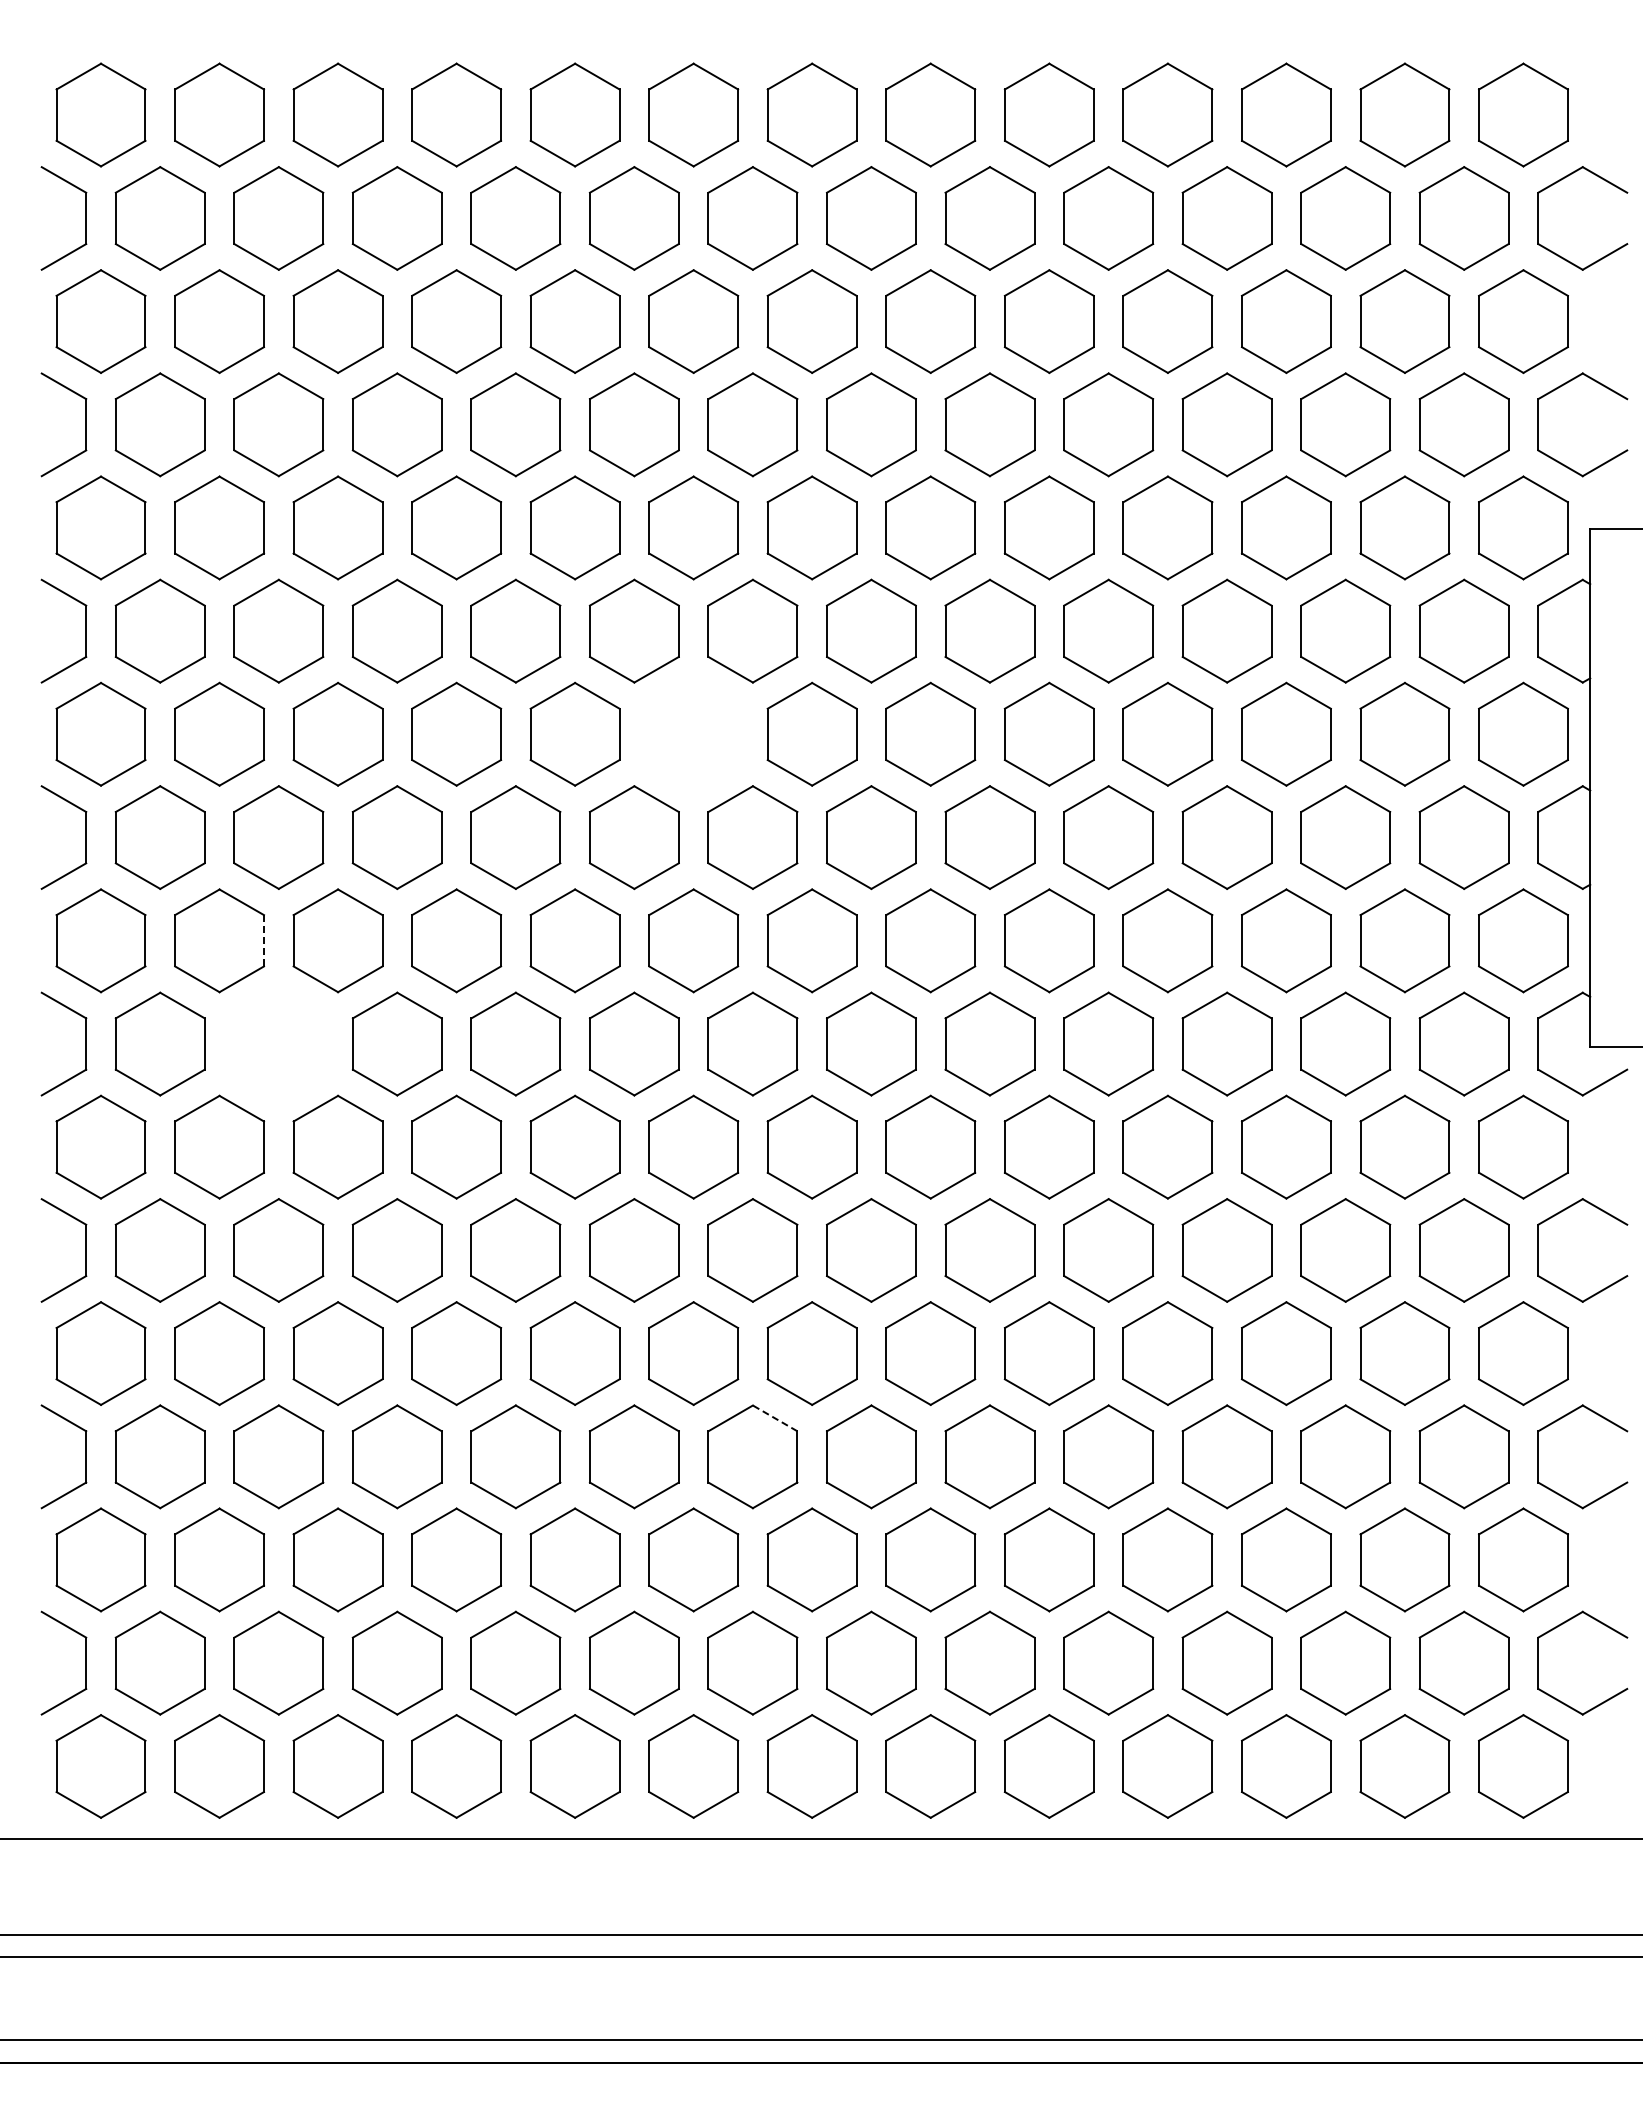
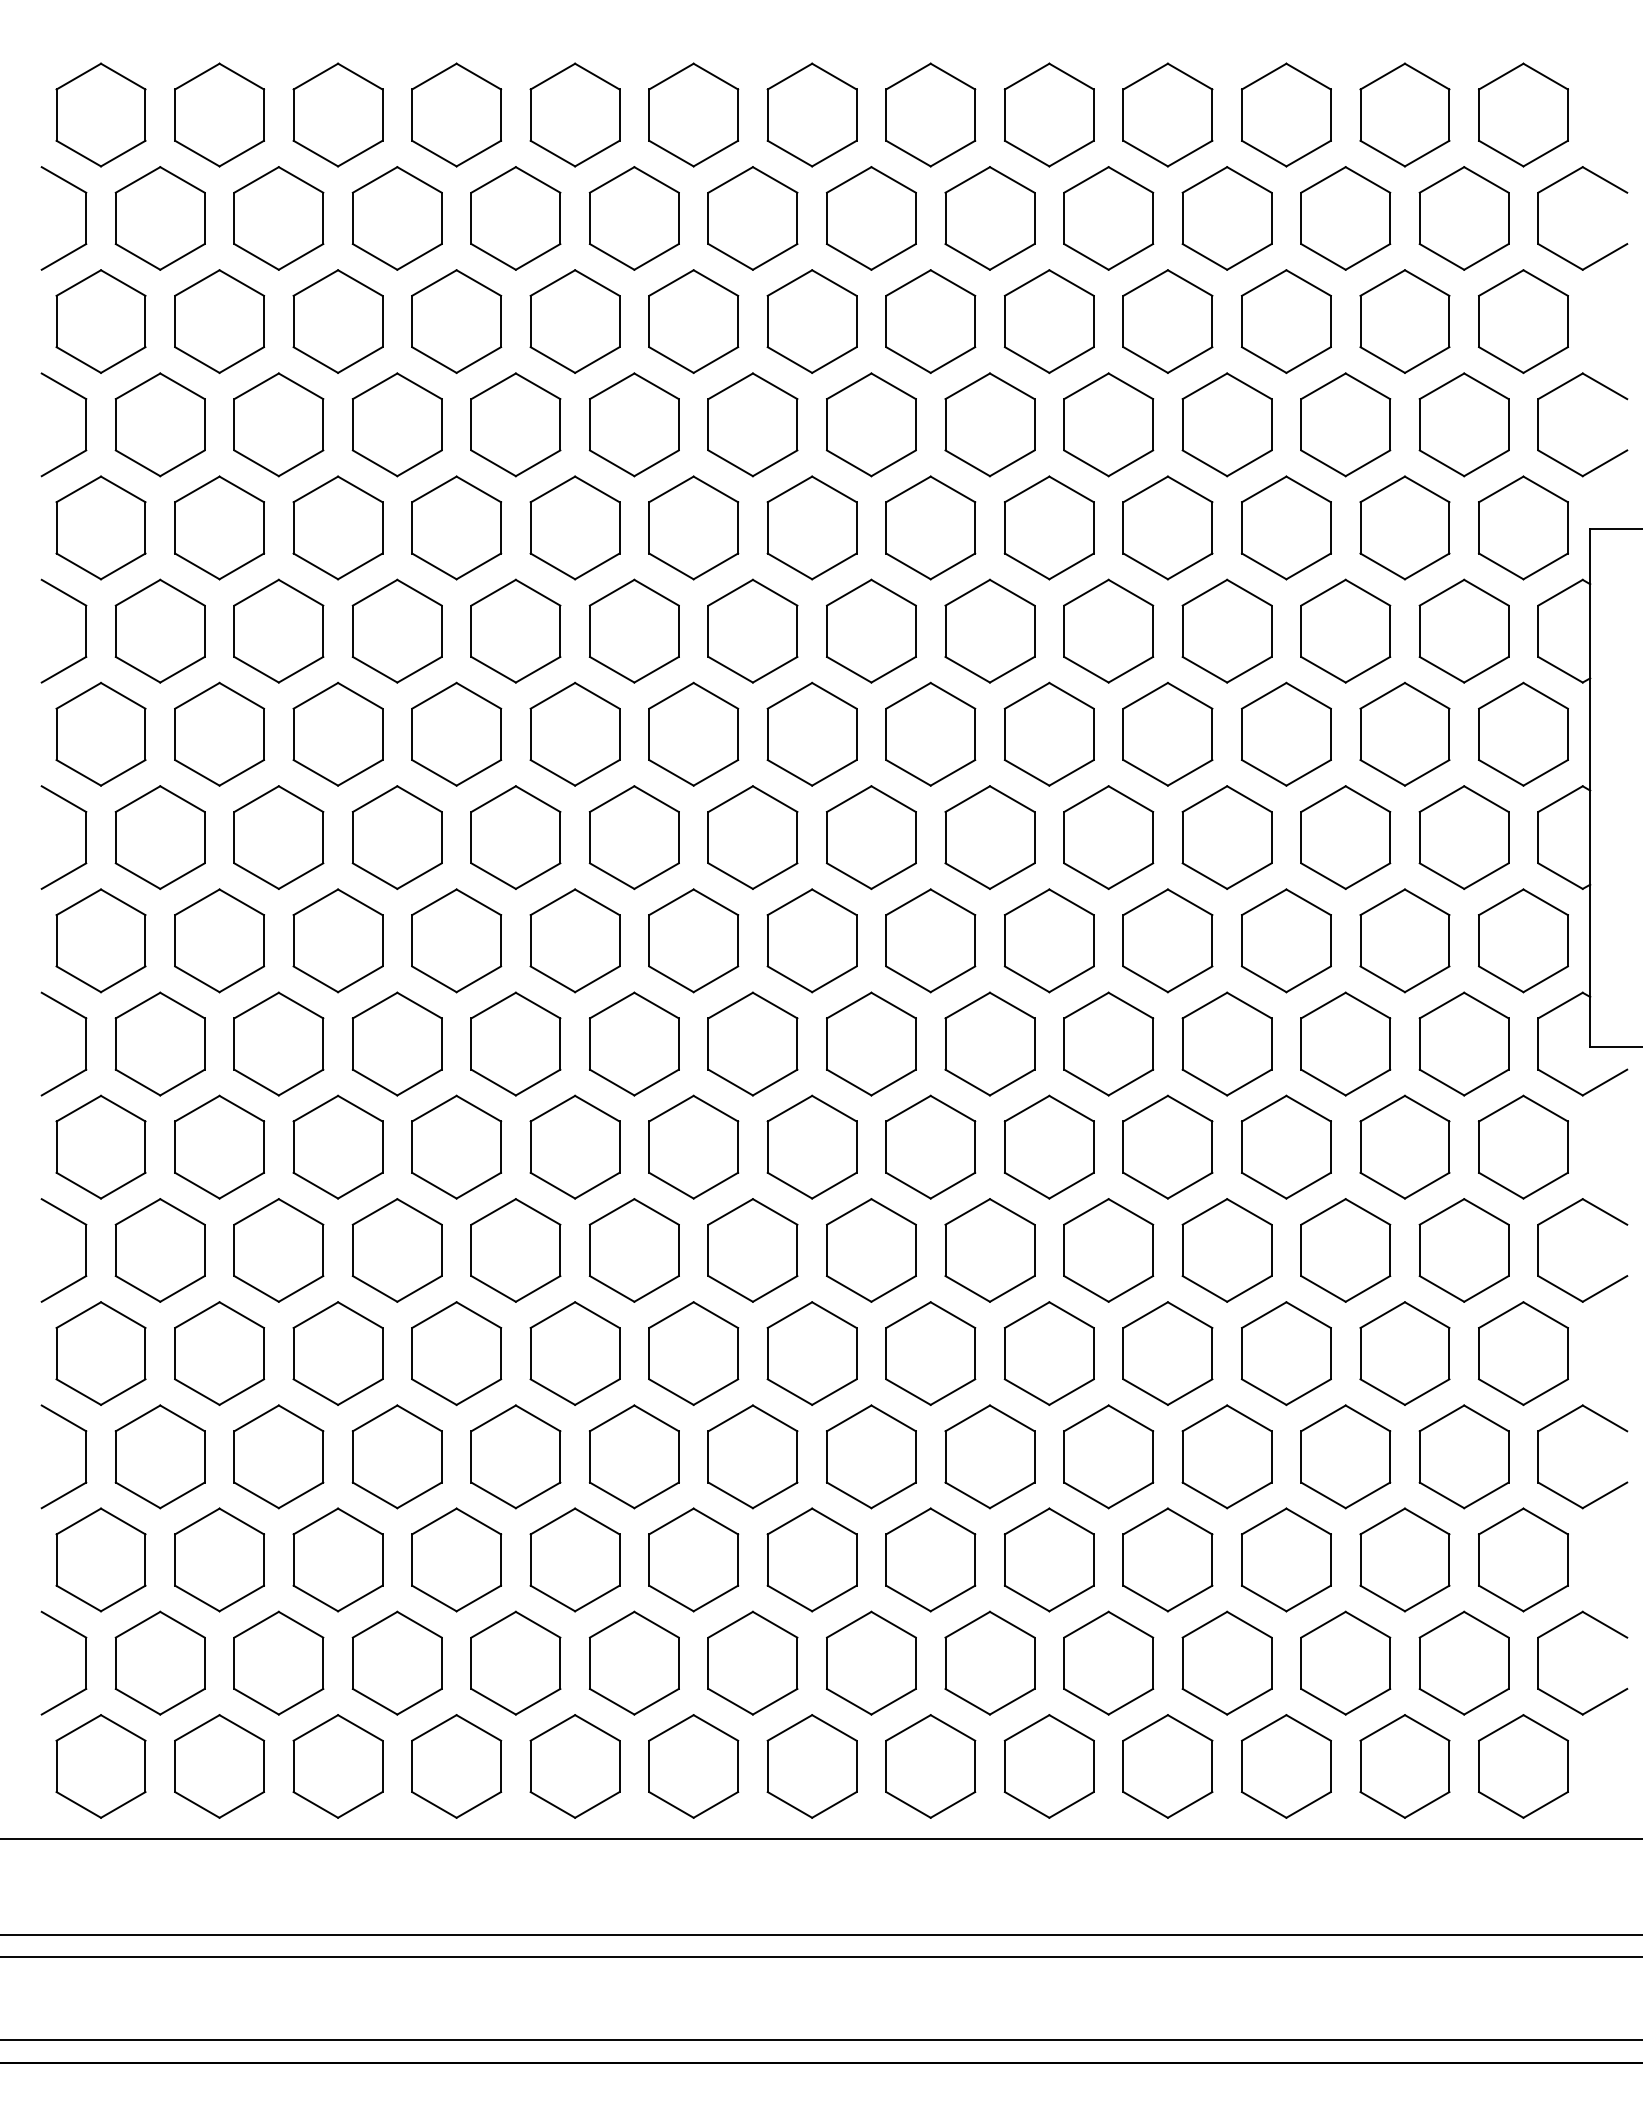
part at (693, 733): none -> present
line at (264, 940): dashed -> solid
part at (278, 1043): none -> present
line at (775, 1418): dashed -> solid
